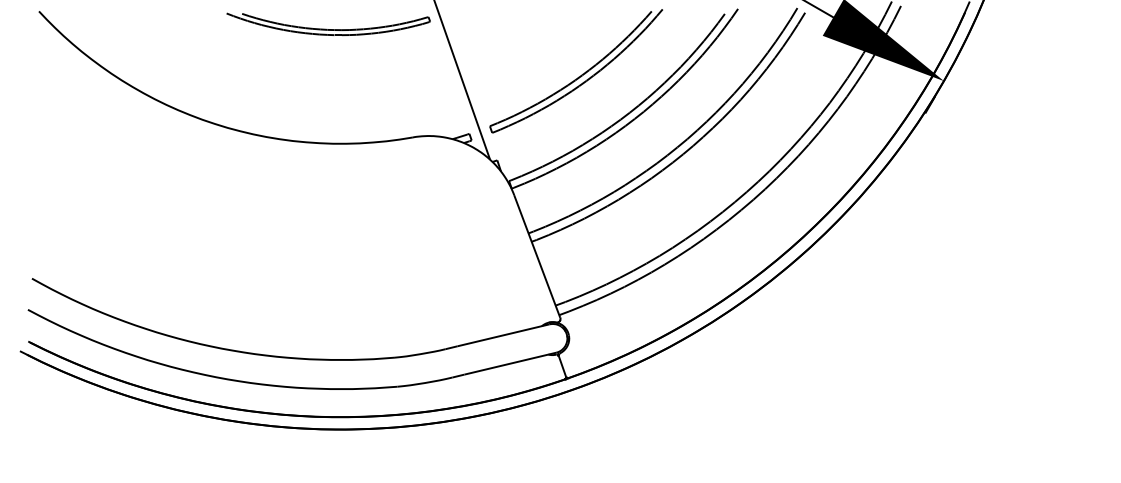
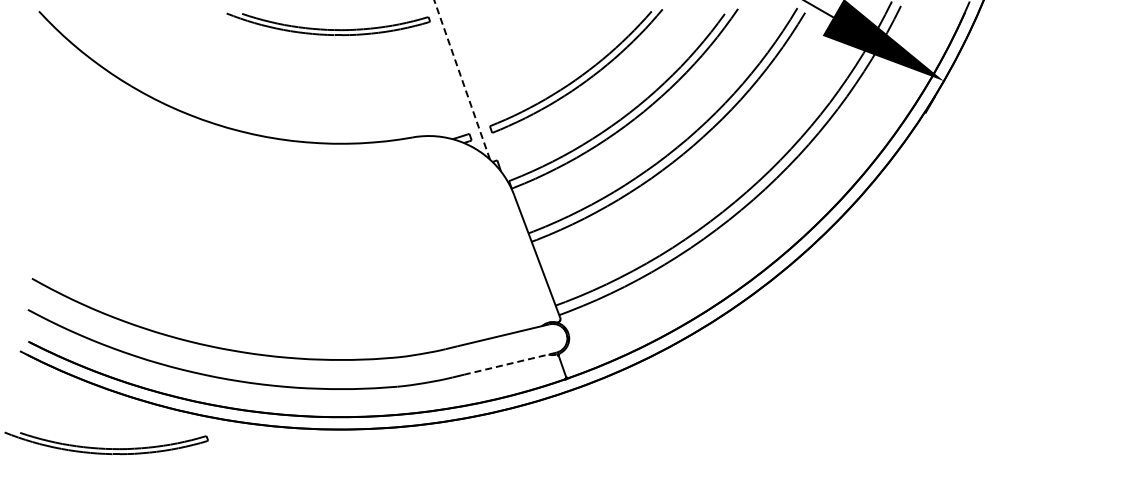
line at (461, 79): solid -> dashed
line at (509, 363): solid -> dashed
part at (106, 443): none -> present
